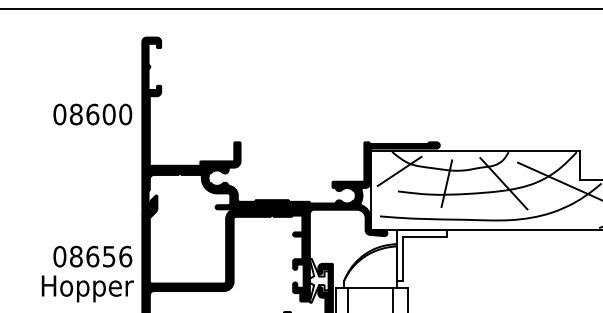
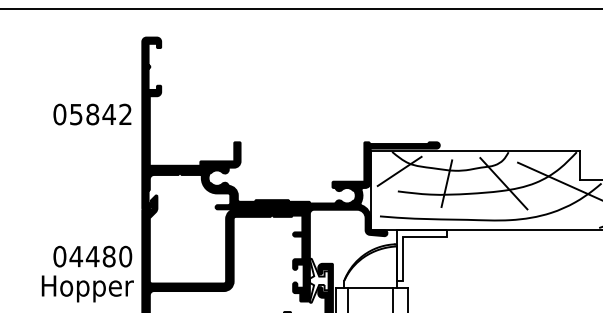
text at (101, 114): 08600 -> 05842
text at (100, 256): 08656 -> 04480
